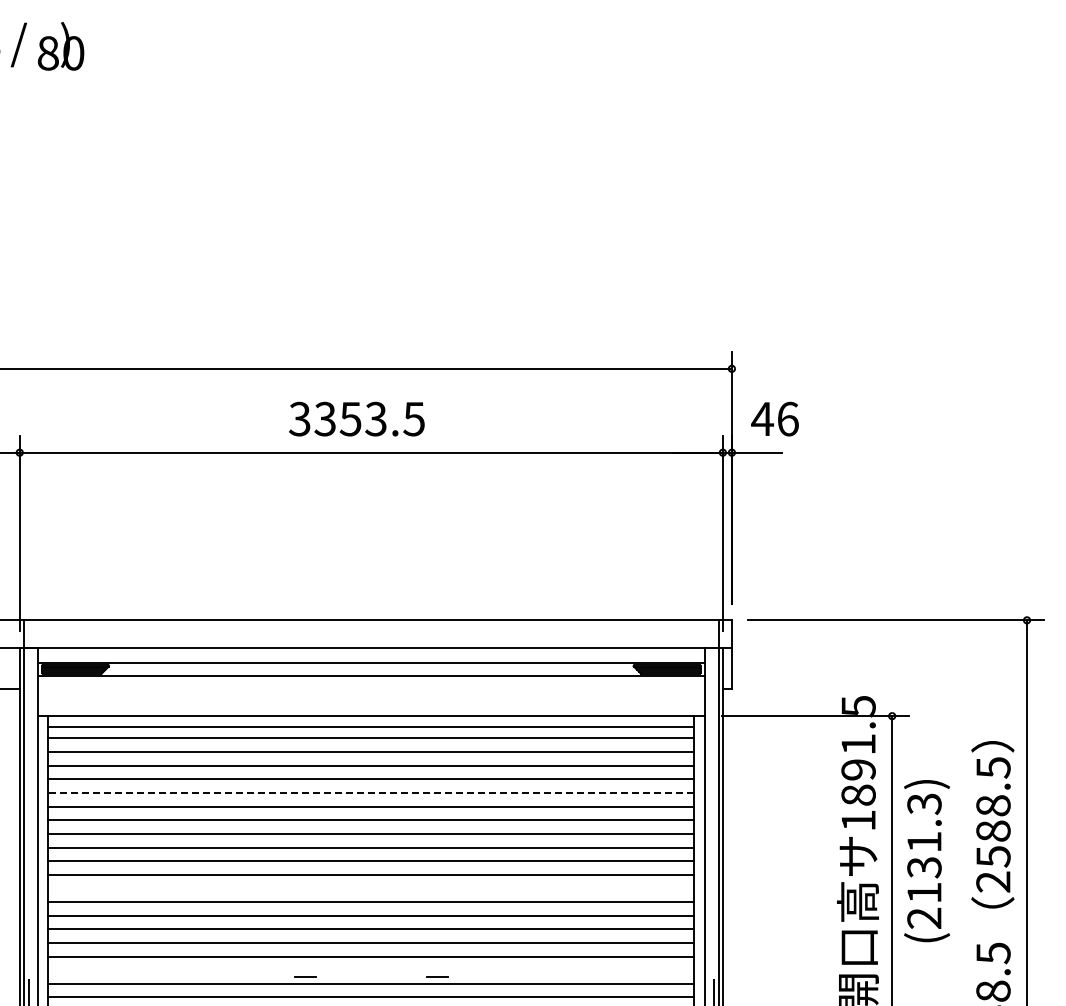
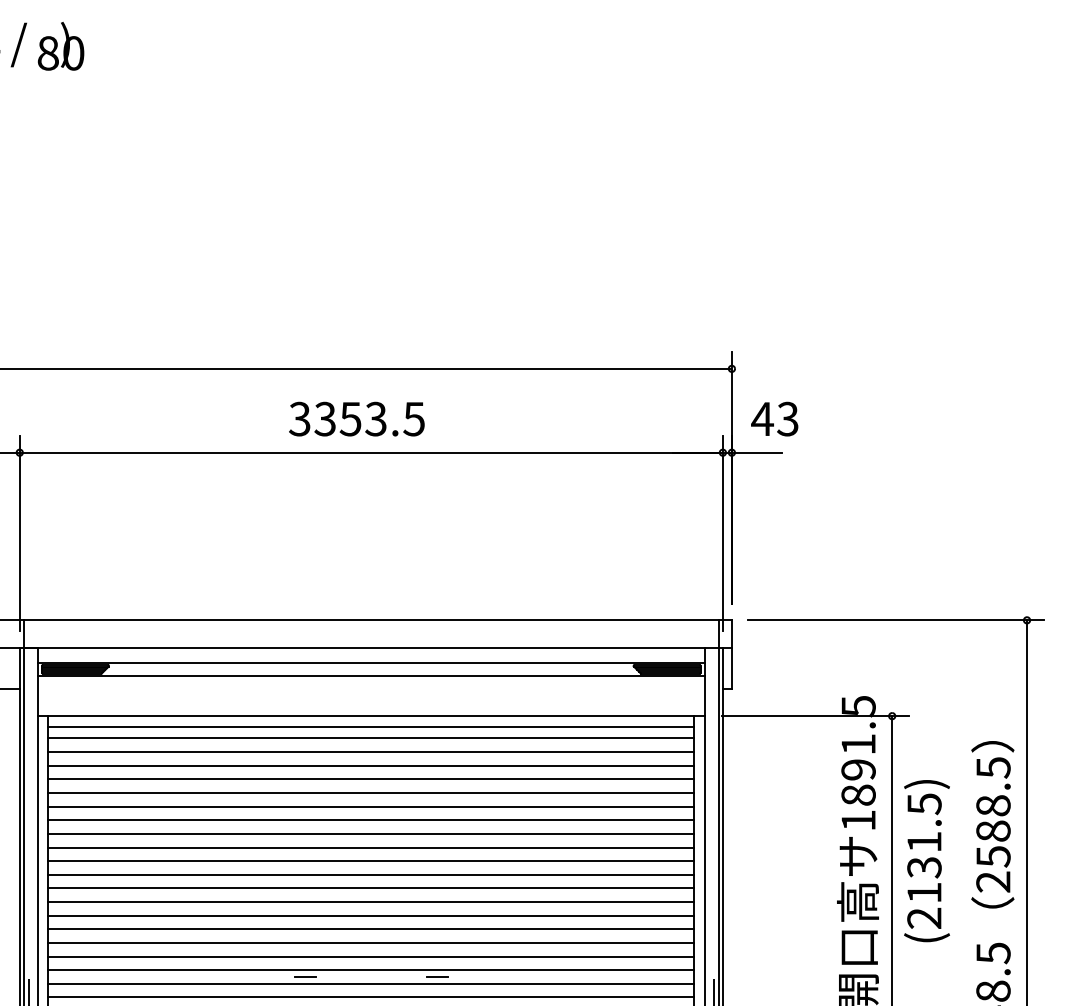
text at (787, 418): 46 -> 43
line at (371, 793): dashed -> solid
text at (924, 803): (2131.3) -> (2131.5)
line at (371, 888): none -> present
line at (371, 970): none -> present
